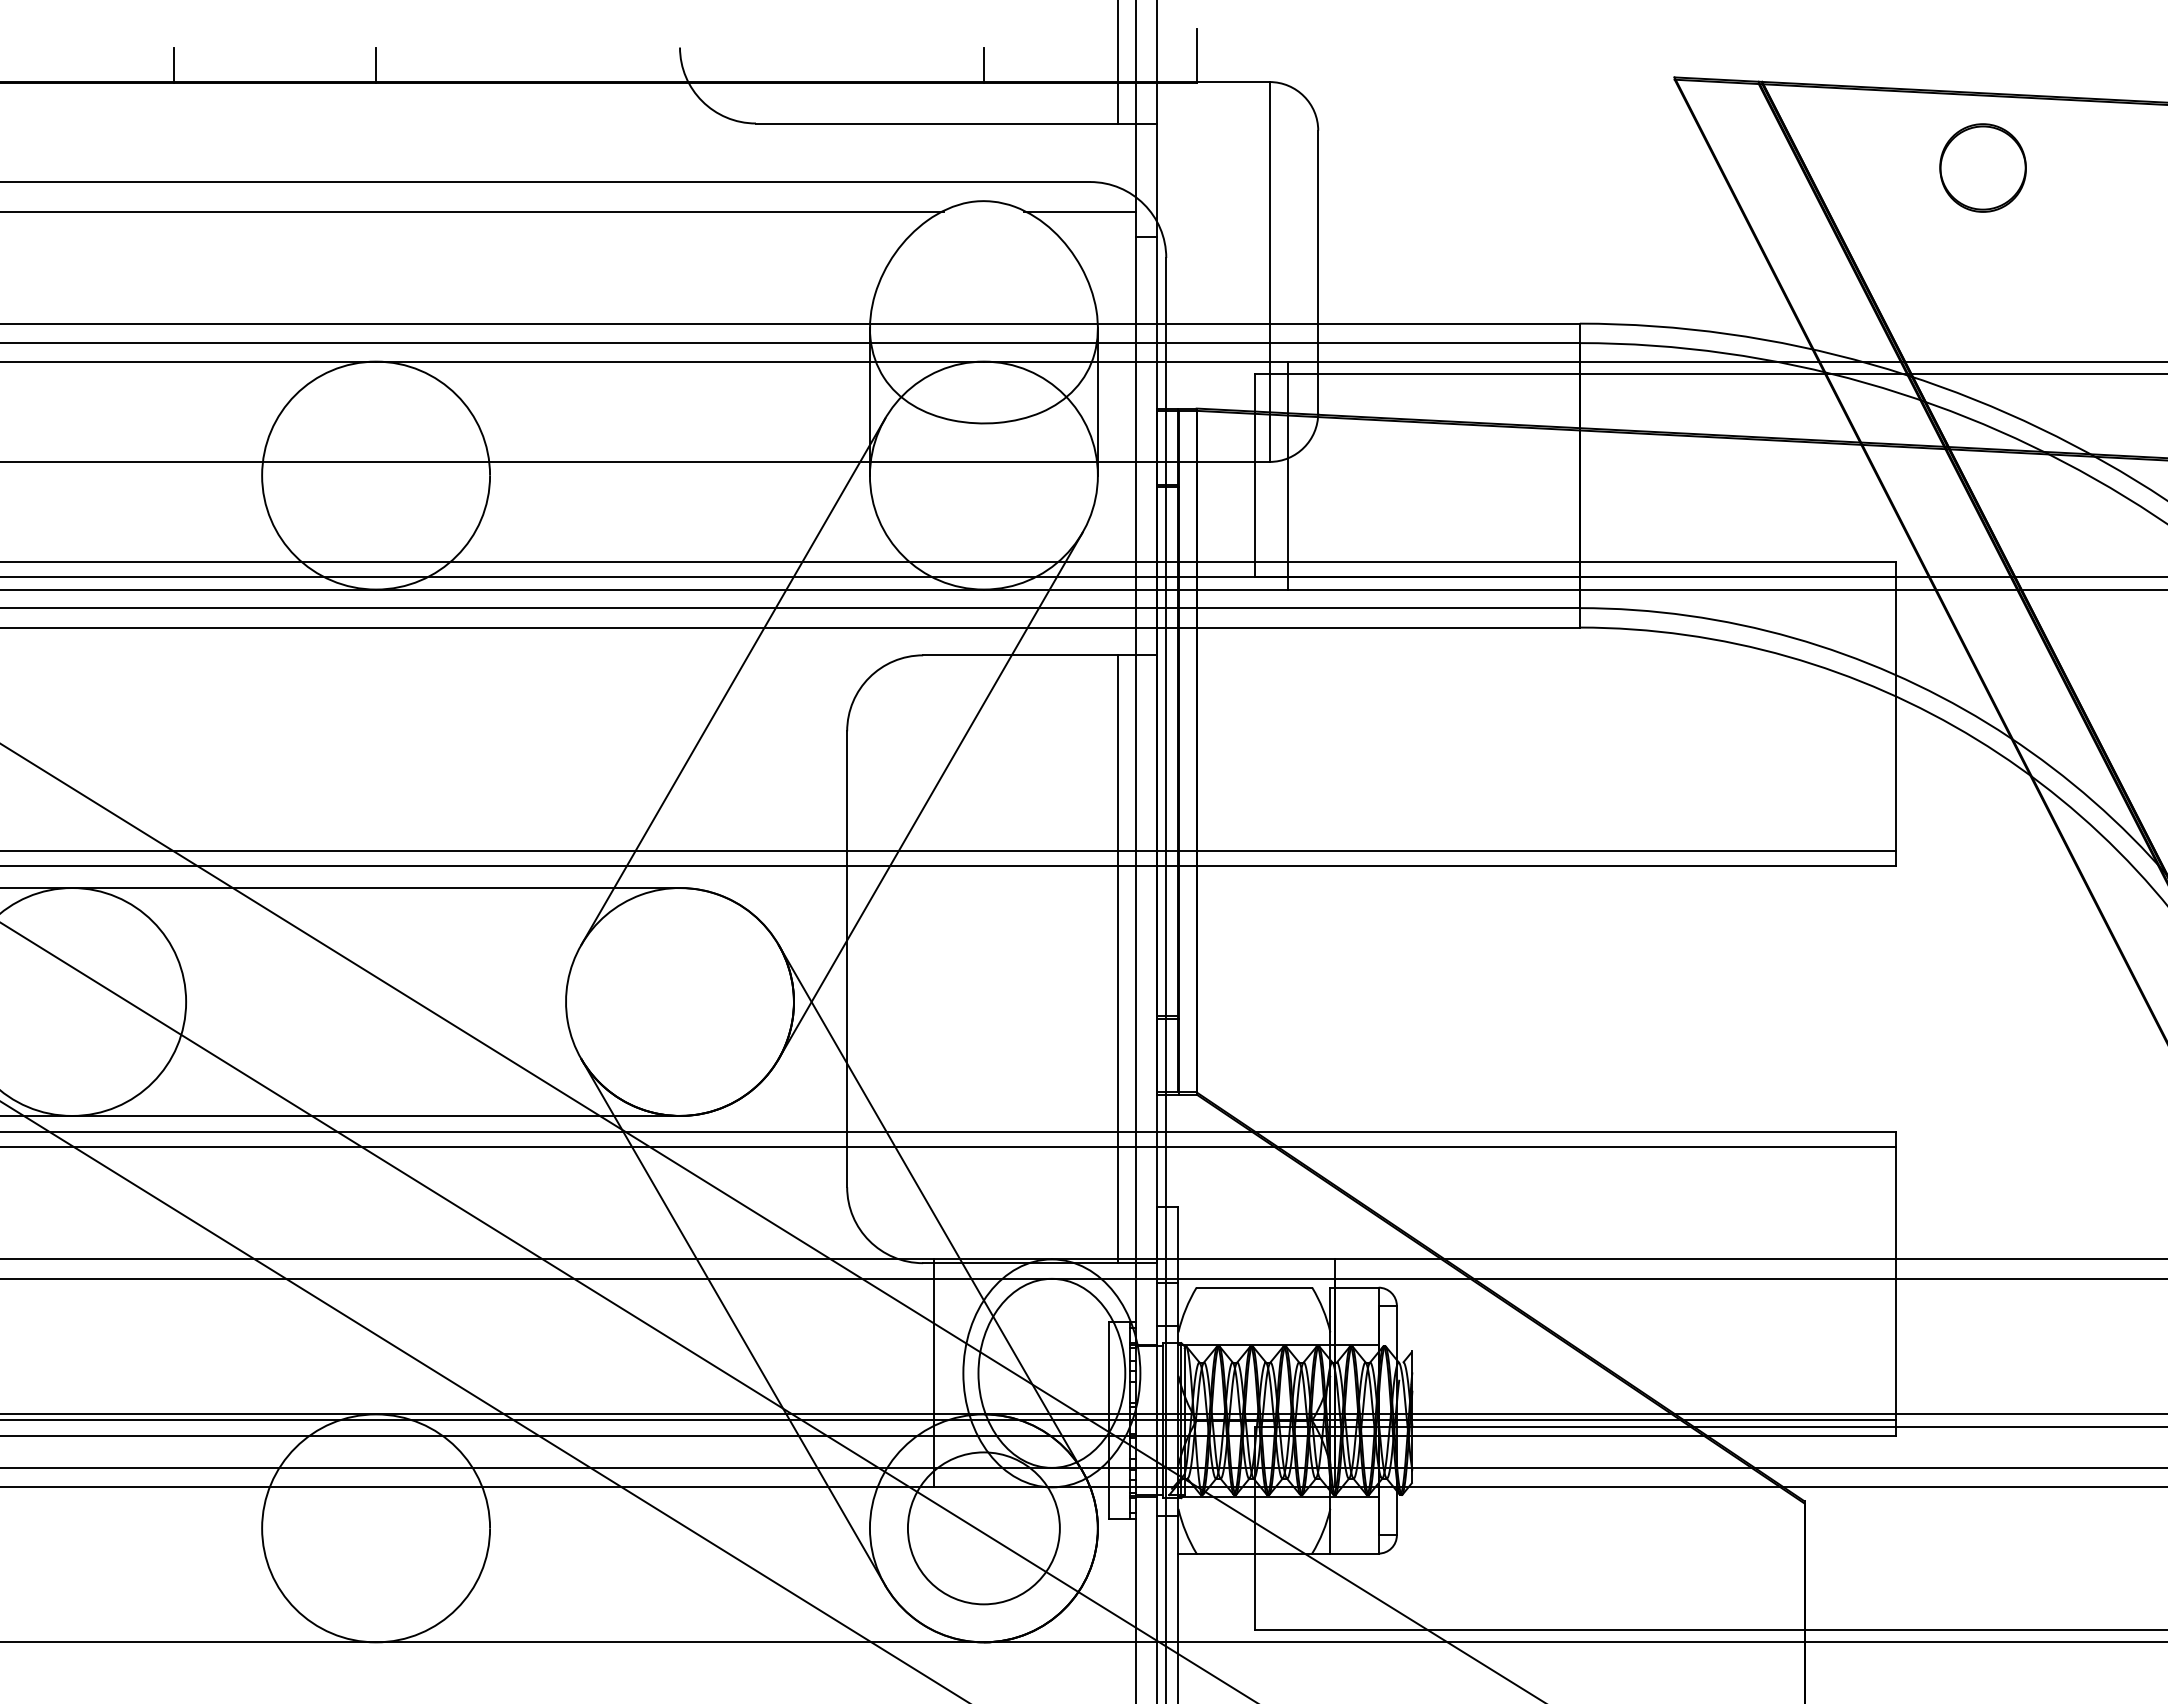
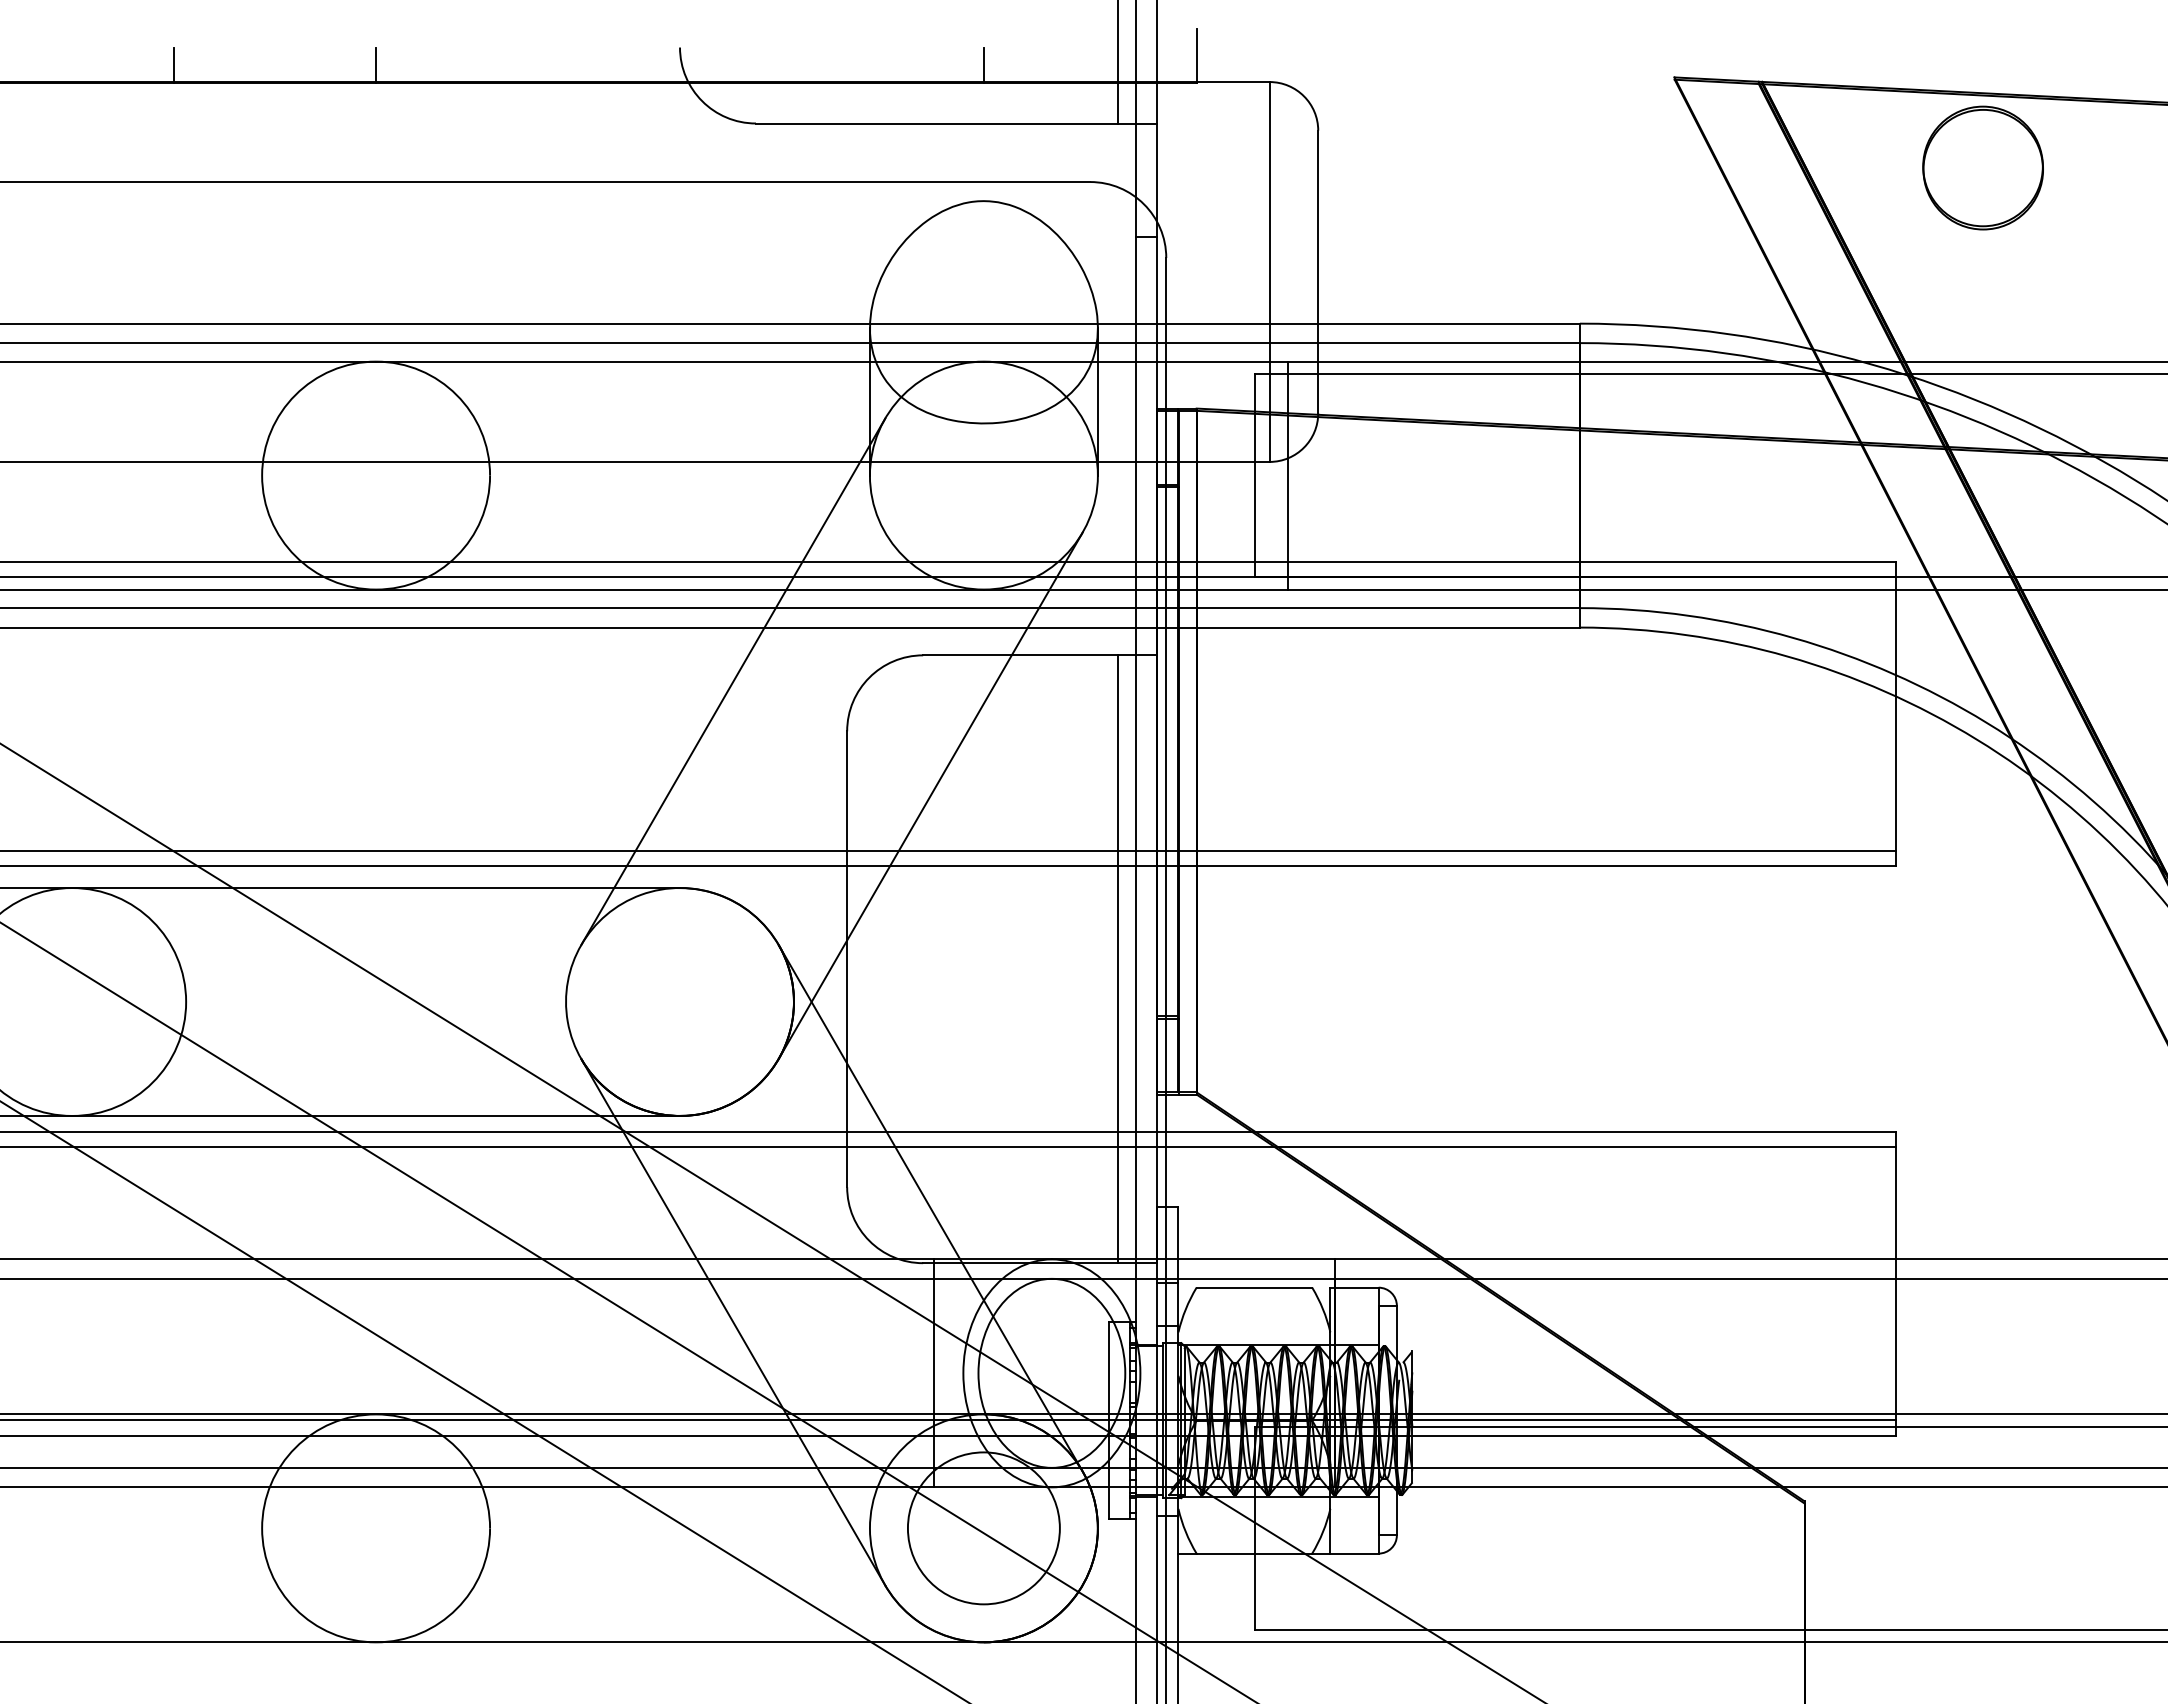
part at (1982, 167) size: 88x90 px -> 122x126 px
line at (472, 212): present -> none
line at (1079, 212): present -> none
